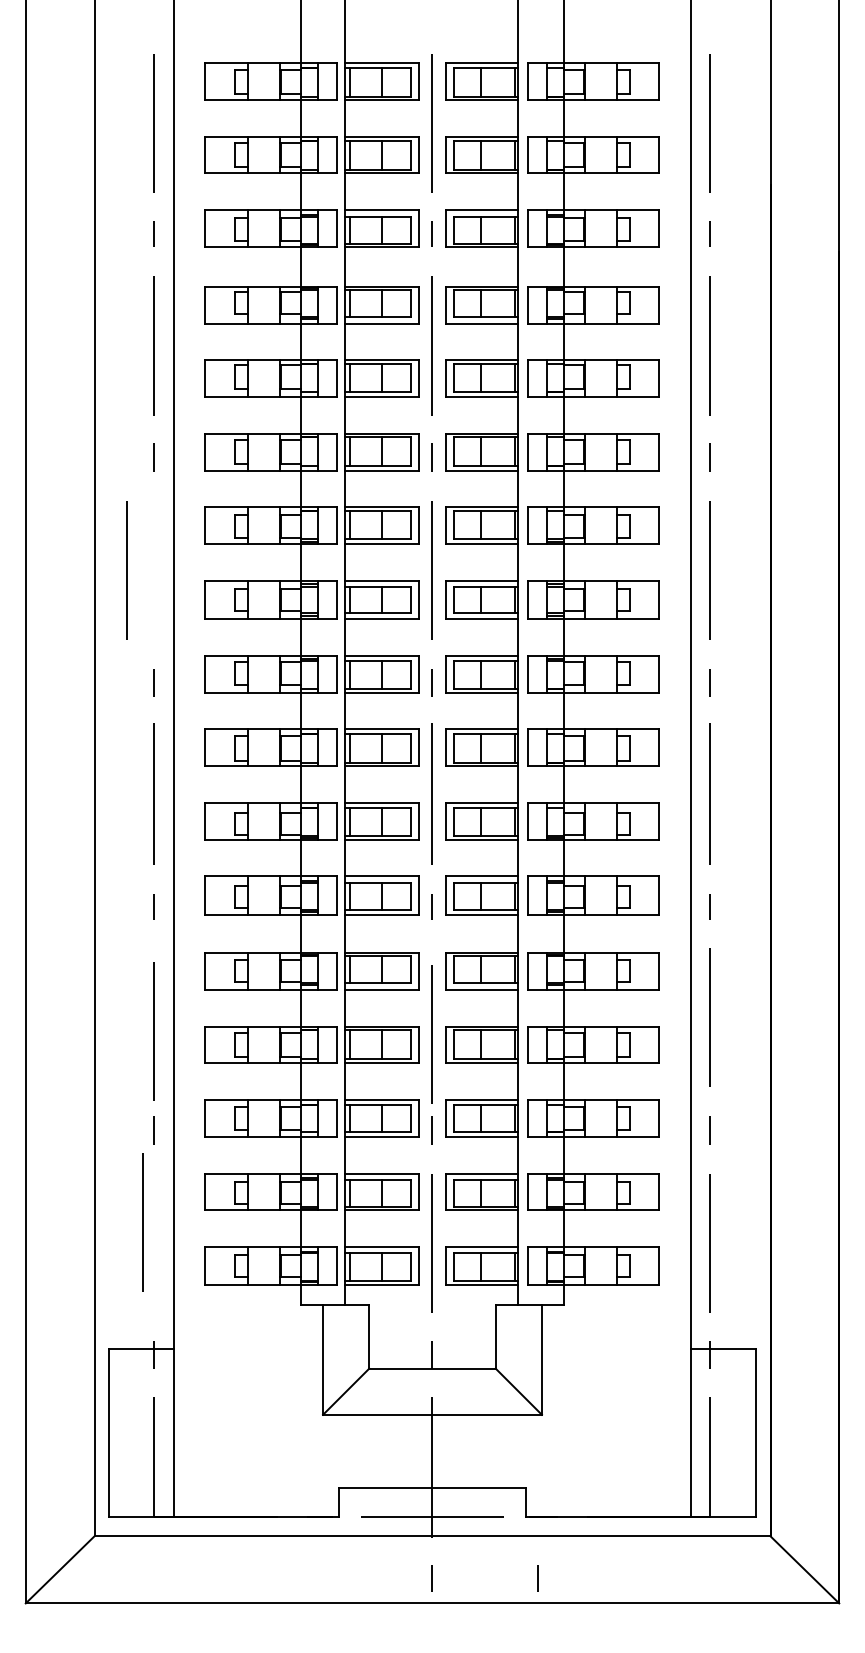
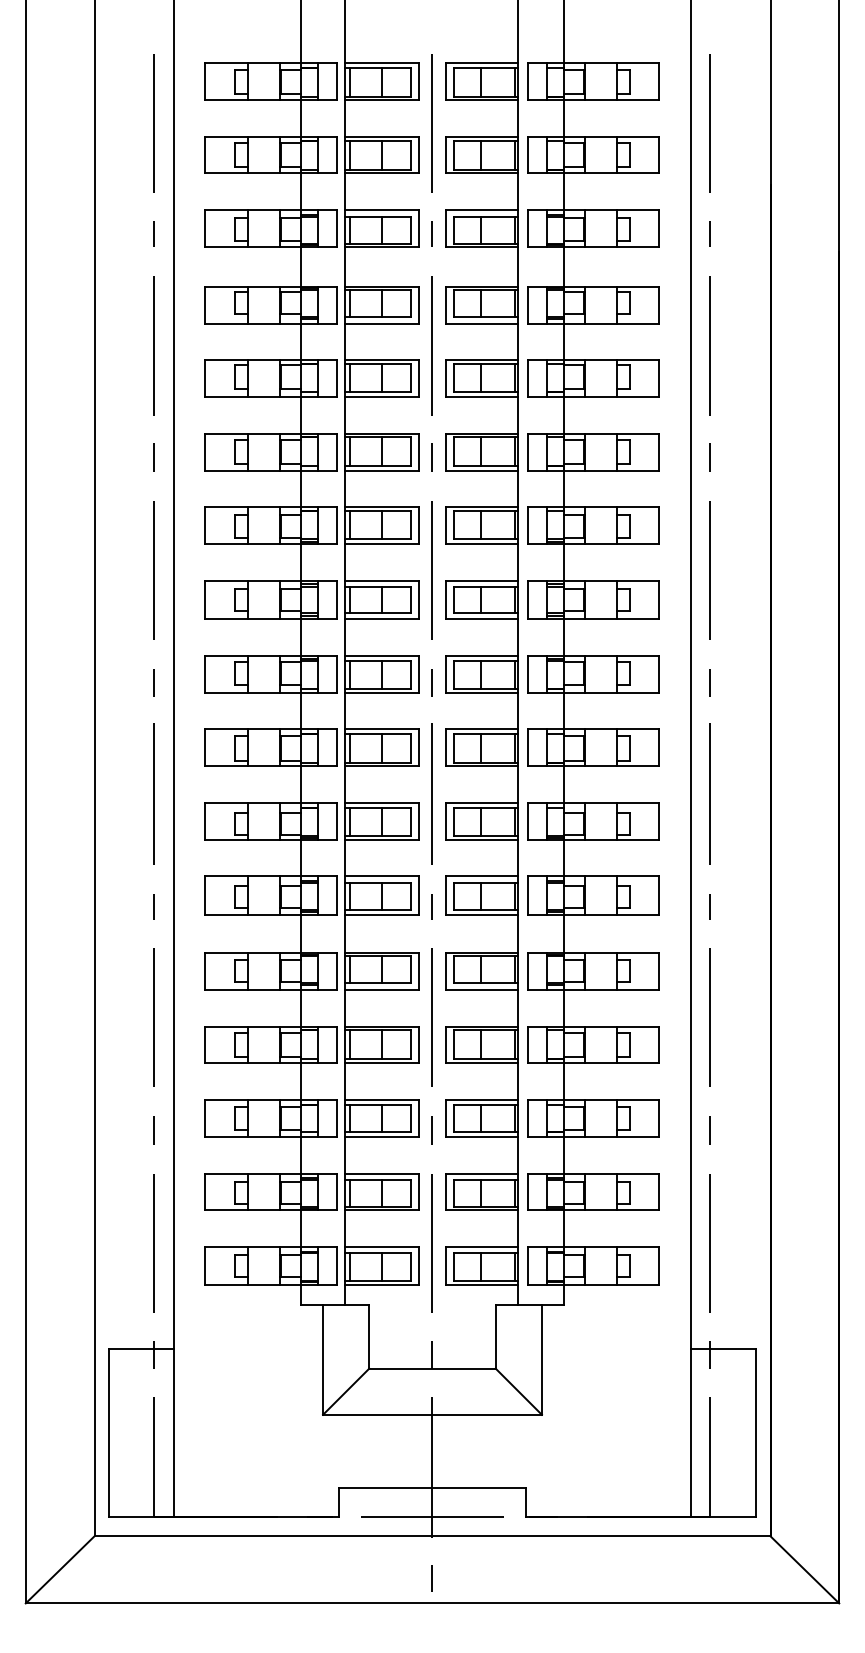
line at (126, 570) position: (126, 570) -> (153, 570)
line at (153, 1031) position: (153, 1031) -> (153, 1017)
line at (431, 1034) position: (431, 1034) -> (431, 1017)
line at (142, 1222) position: (142, 1222) -> (153, 1243)
line at (537, 1578): present -> none
